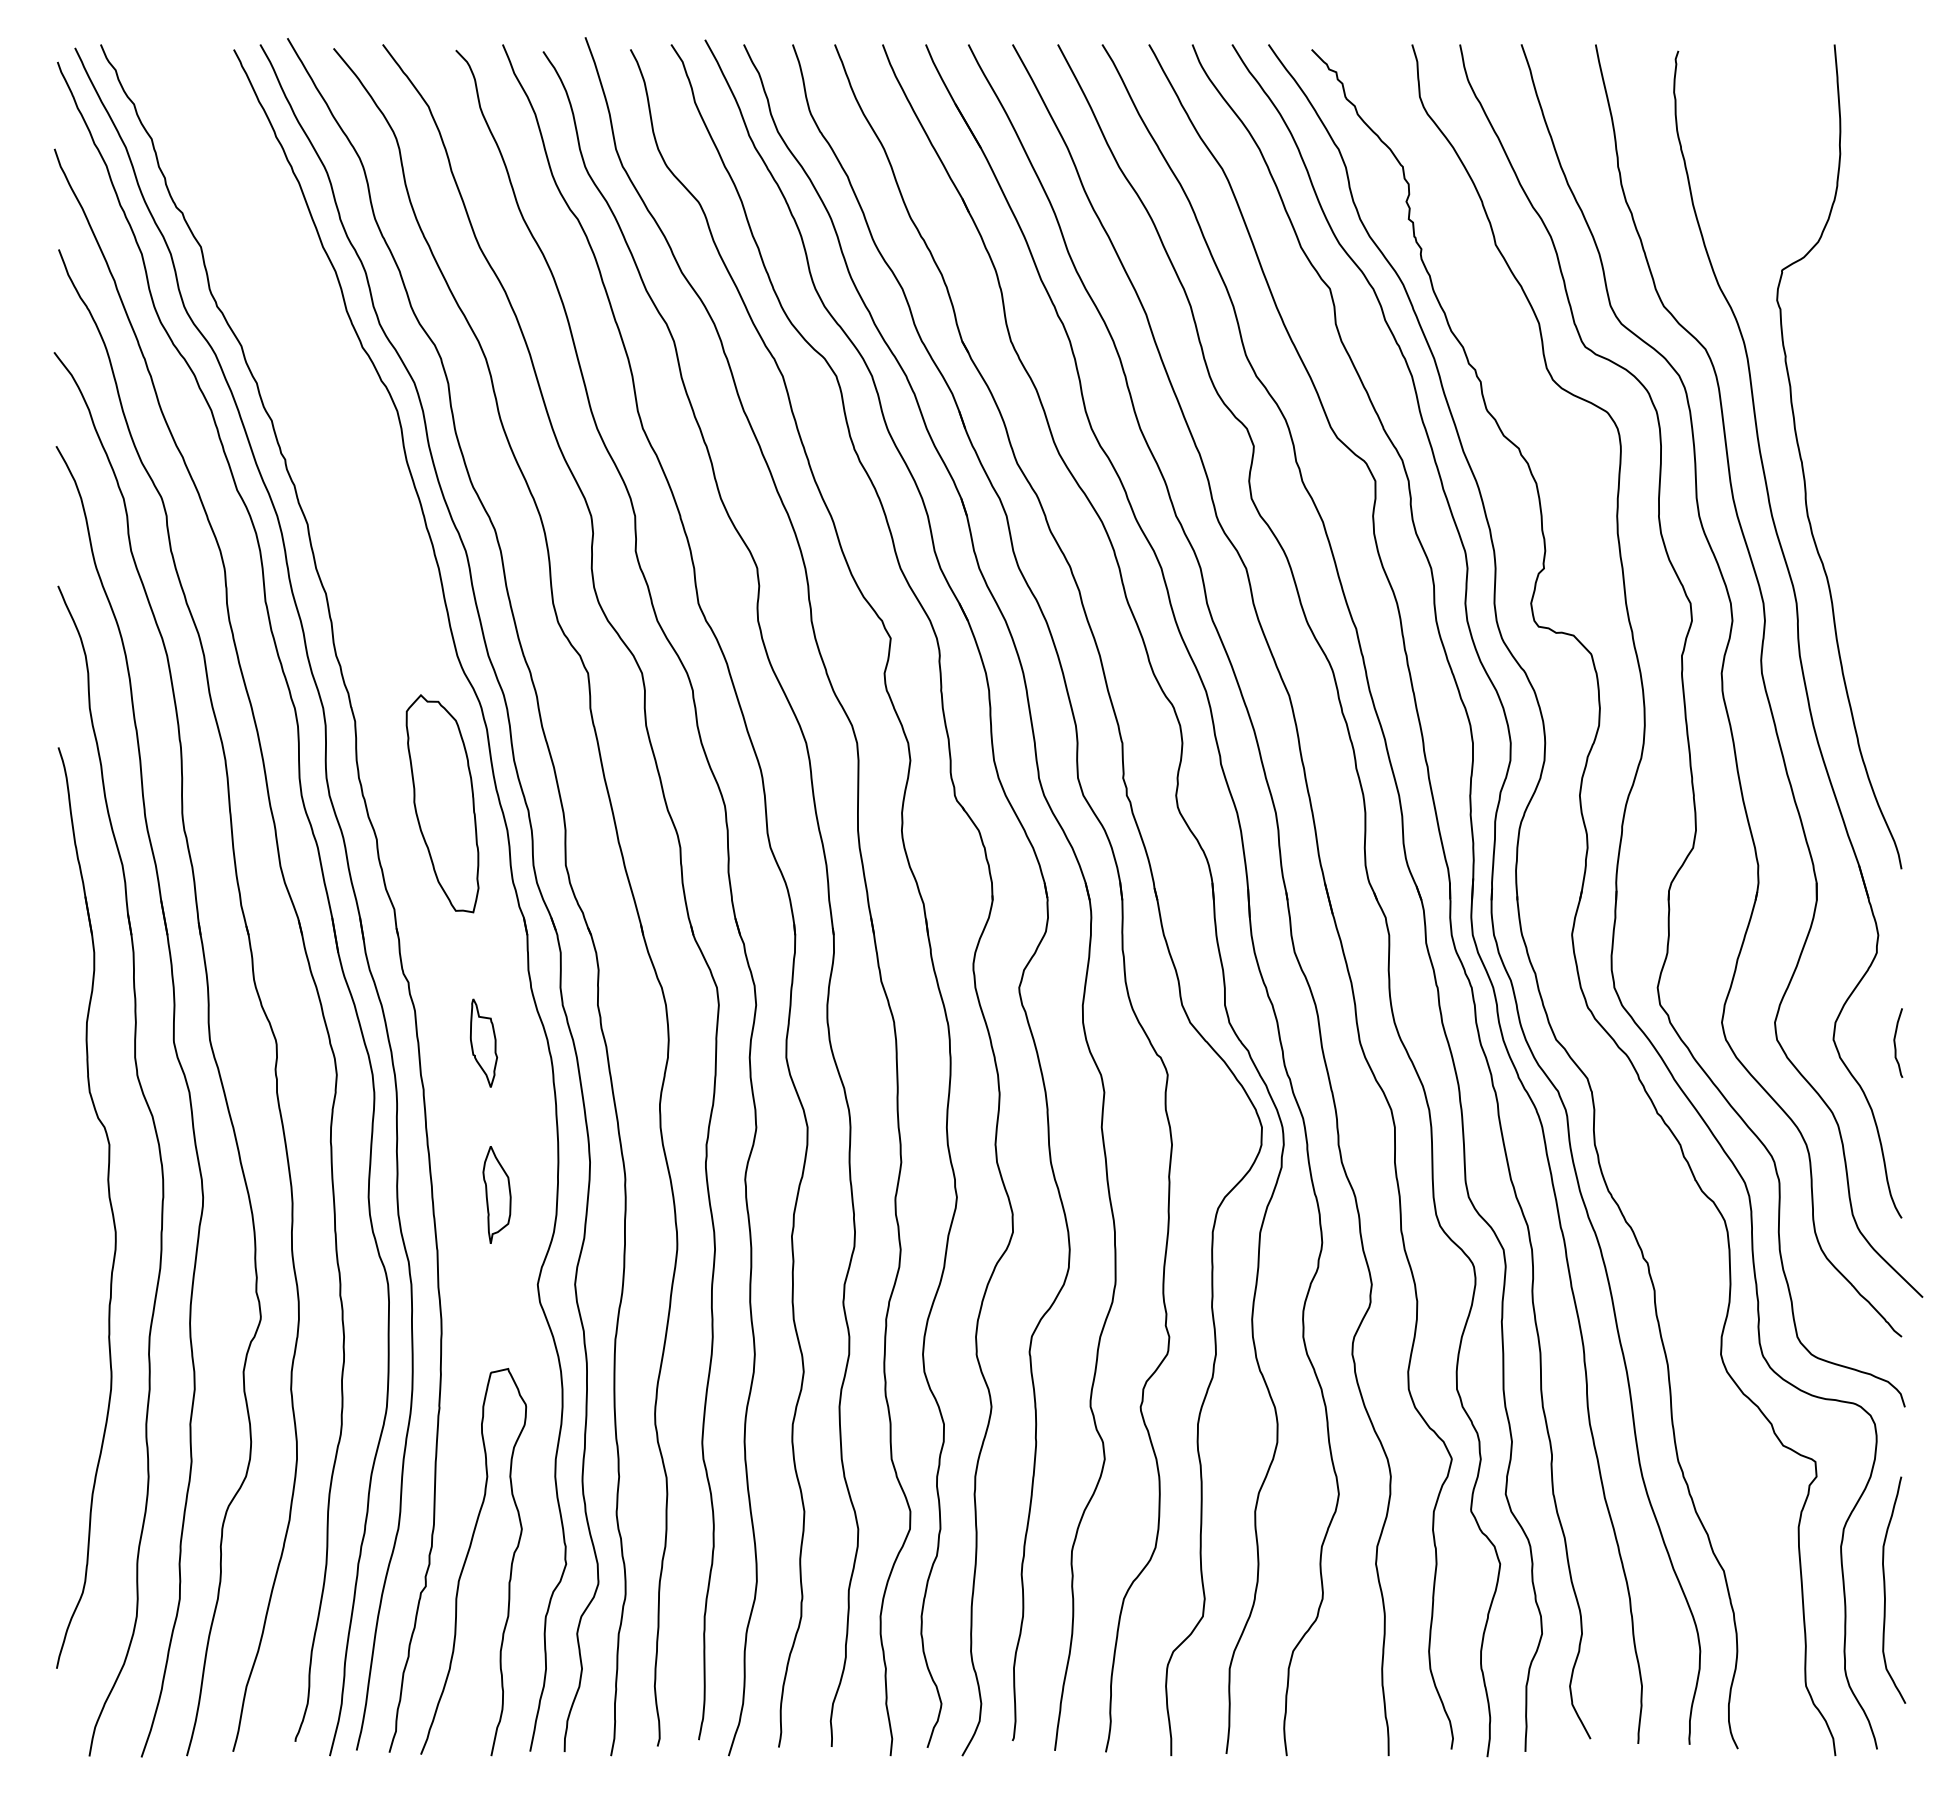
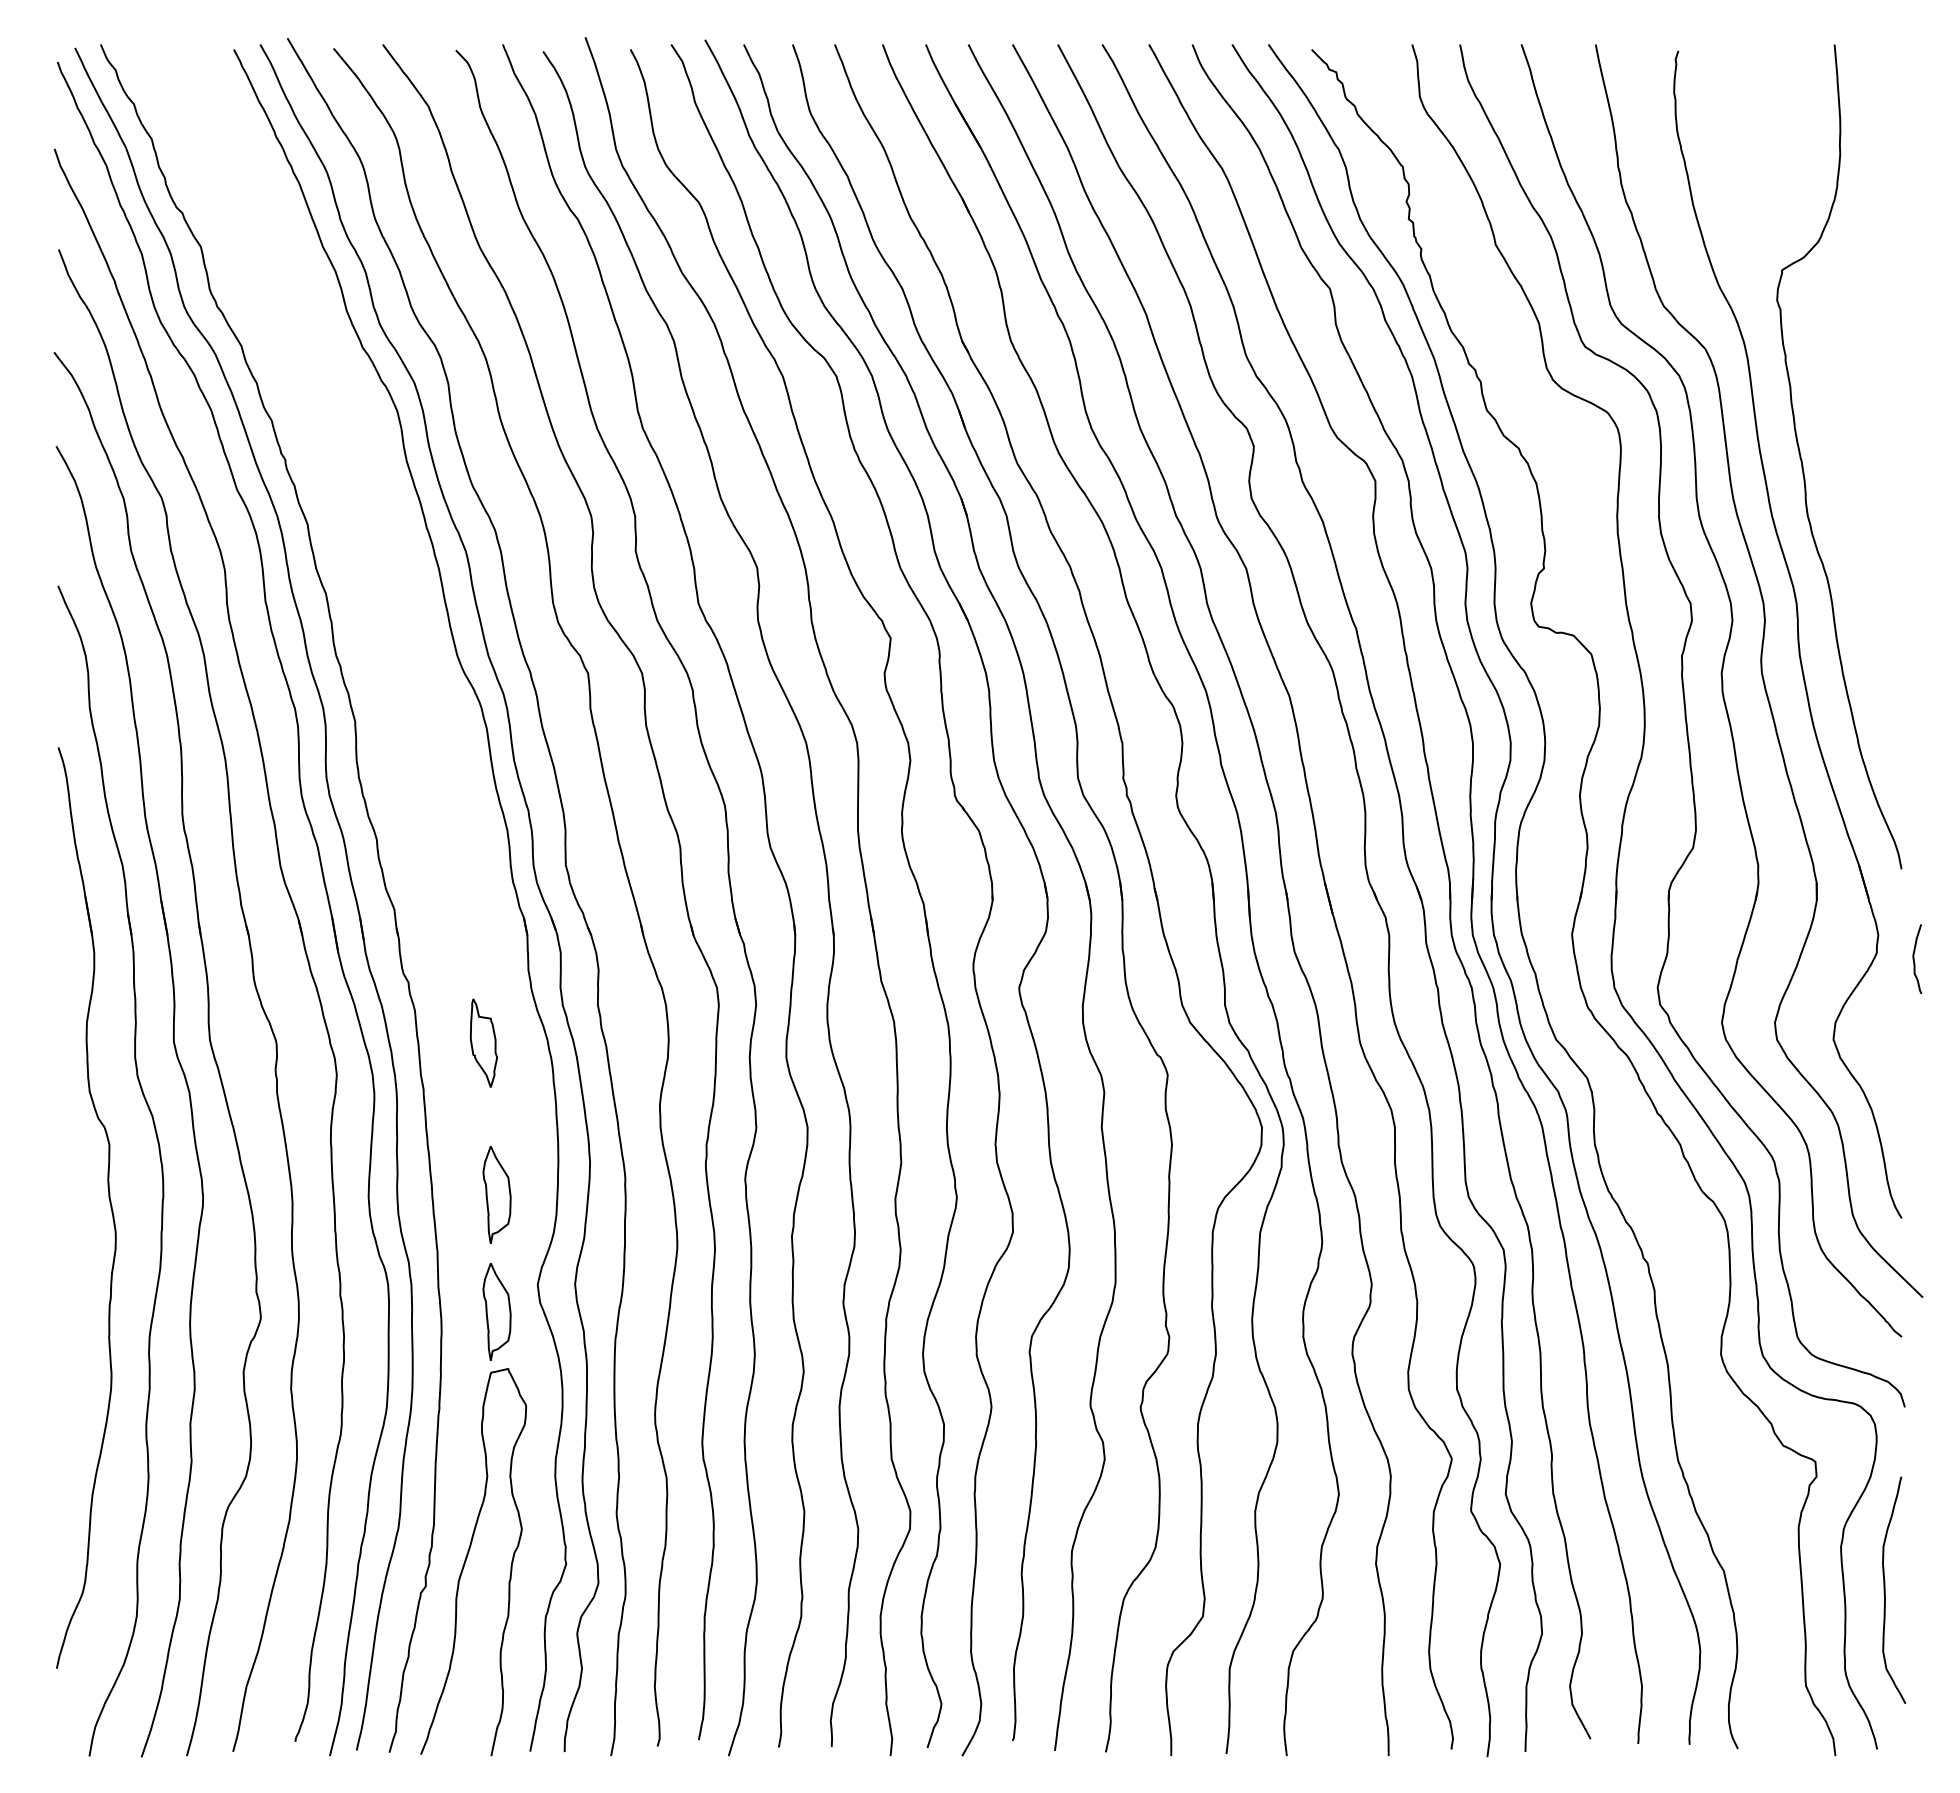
part at (442, 803): present -> none
curve at (1895, 1042) position: (1895, 1042) -> (1914, 958)
part at (496, 1311): none -> present
